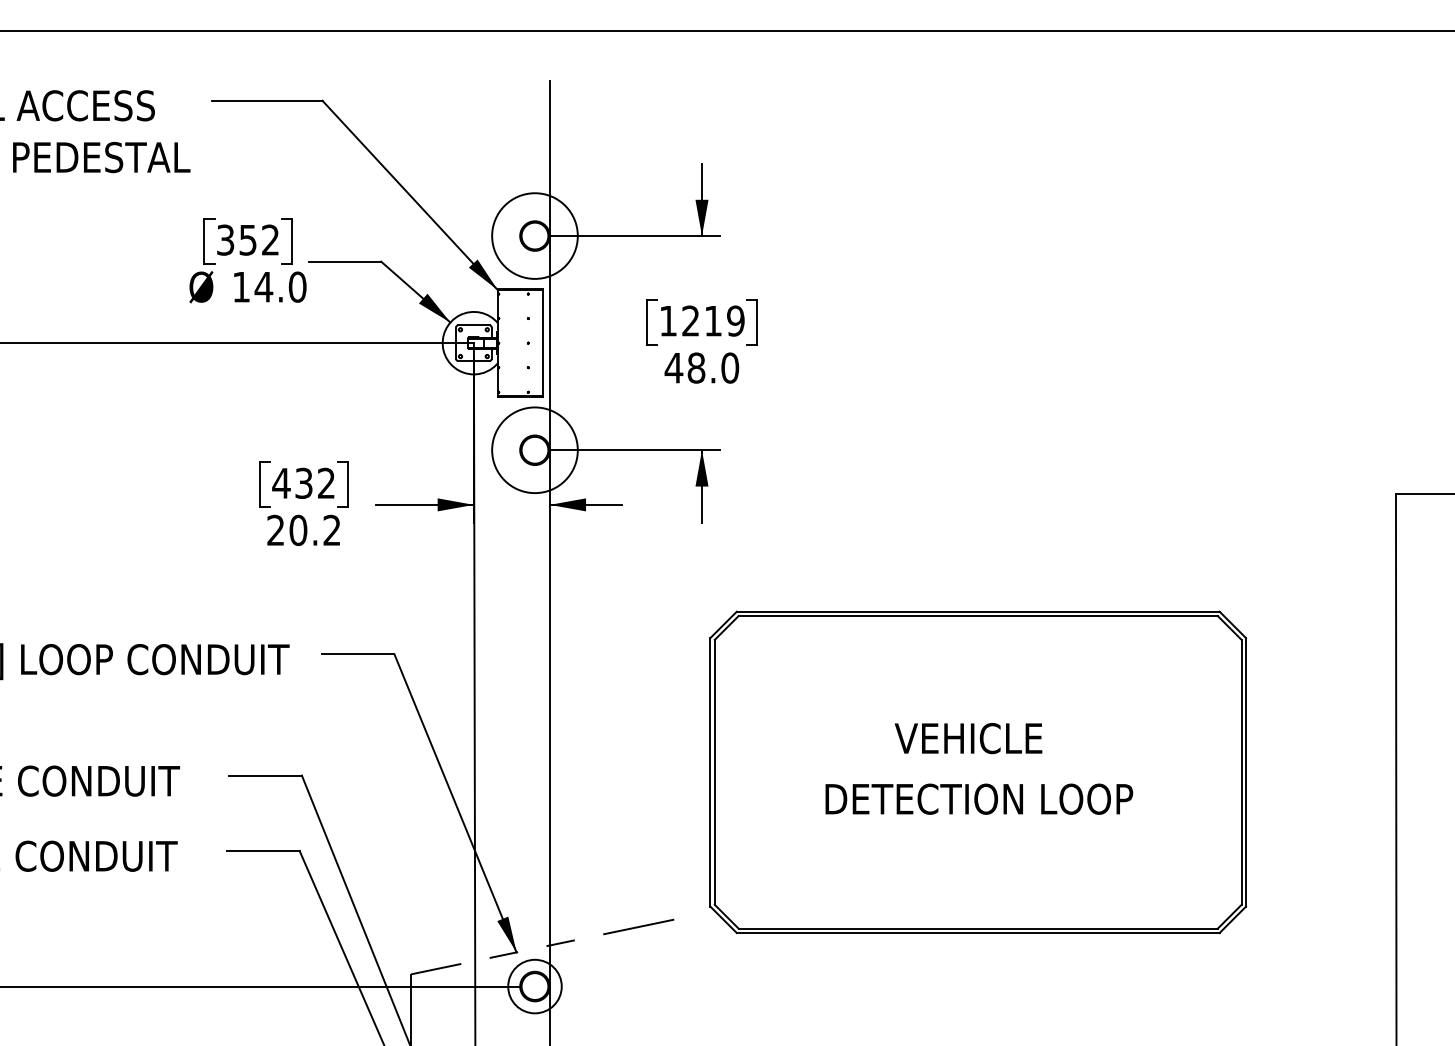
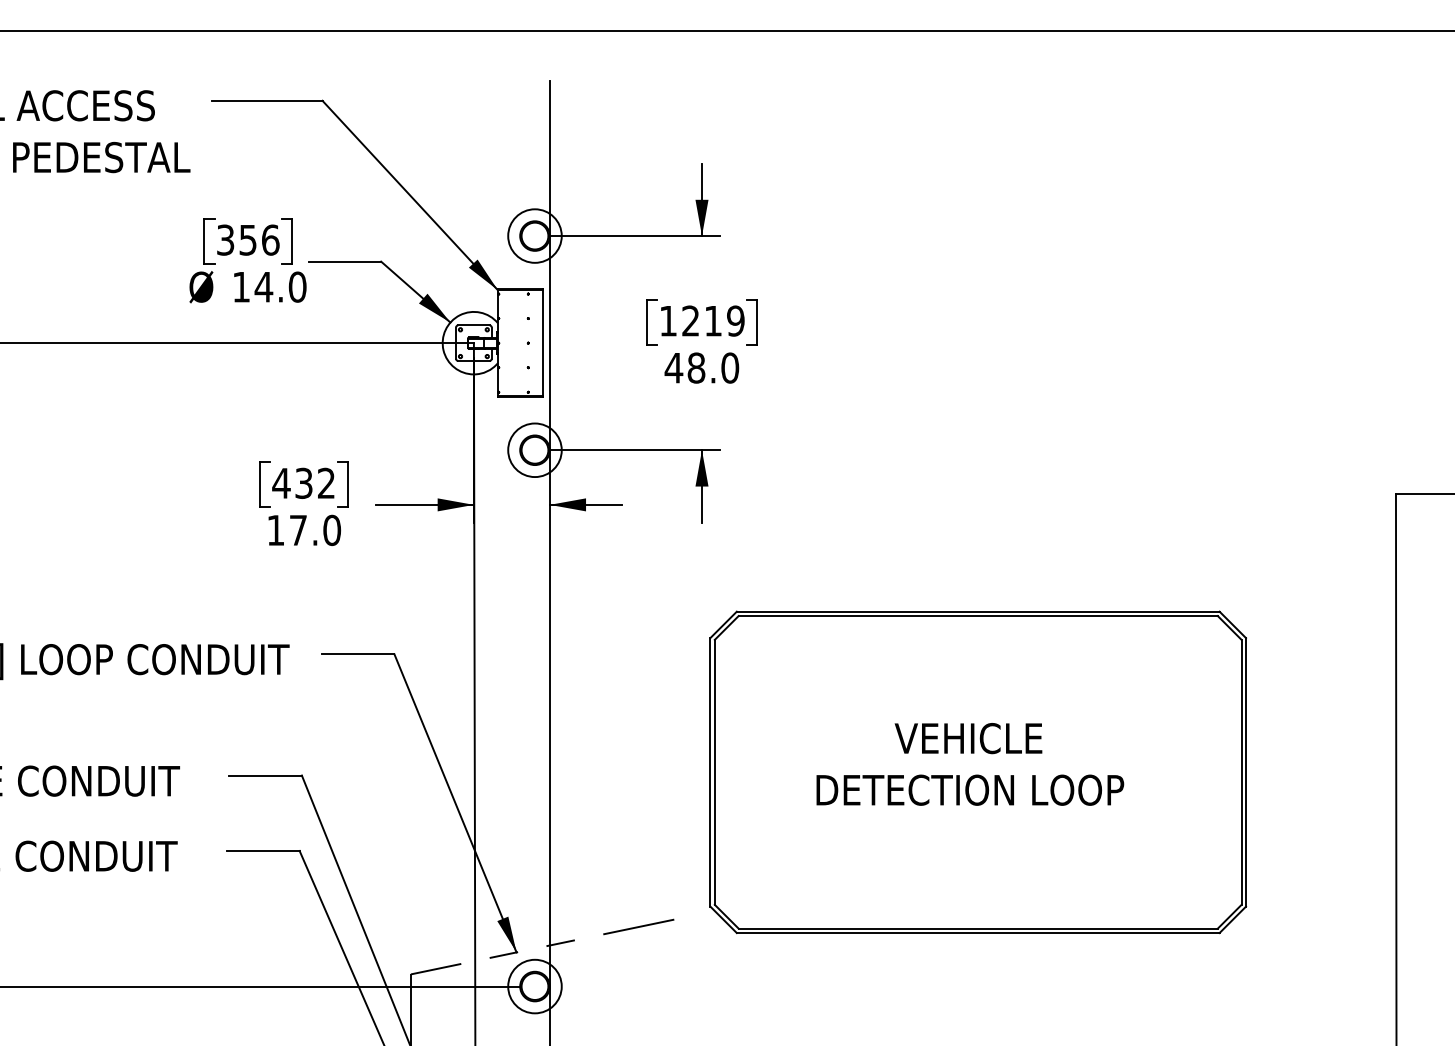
circle at (534, 235) diameter: 86 px -> 54 px
text at (270, 239): 352 -> 356
circle at (534, 450) diameter: 86 px -> 54 px
text at (304, 530): 20.2 -> 17.0
text at (979, 798) position: (979, 798) -> (970, 789)
